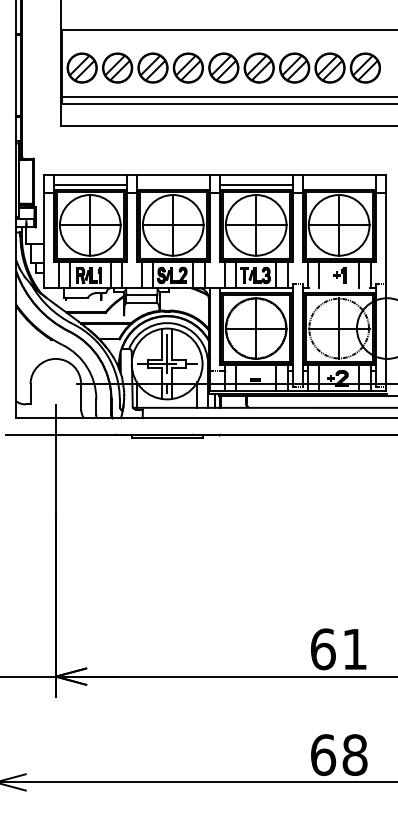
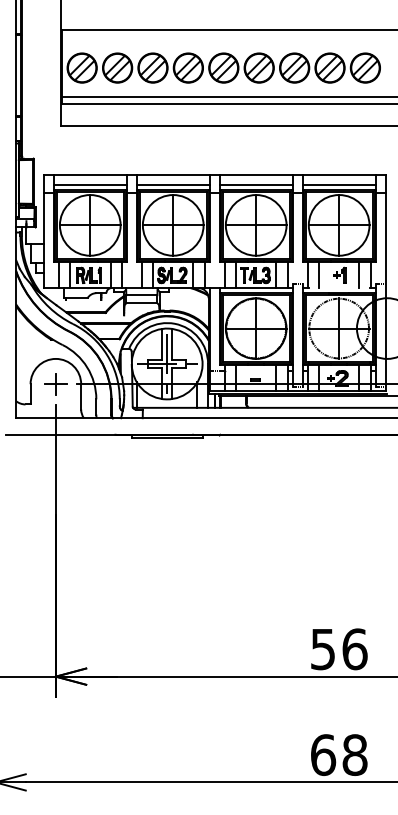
line at (172, 184): none -> present
line at (338, 184): none -> present
part at (55, 384): none -> present
text at (338, 649): 61 -> 56
